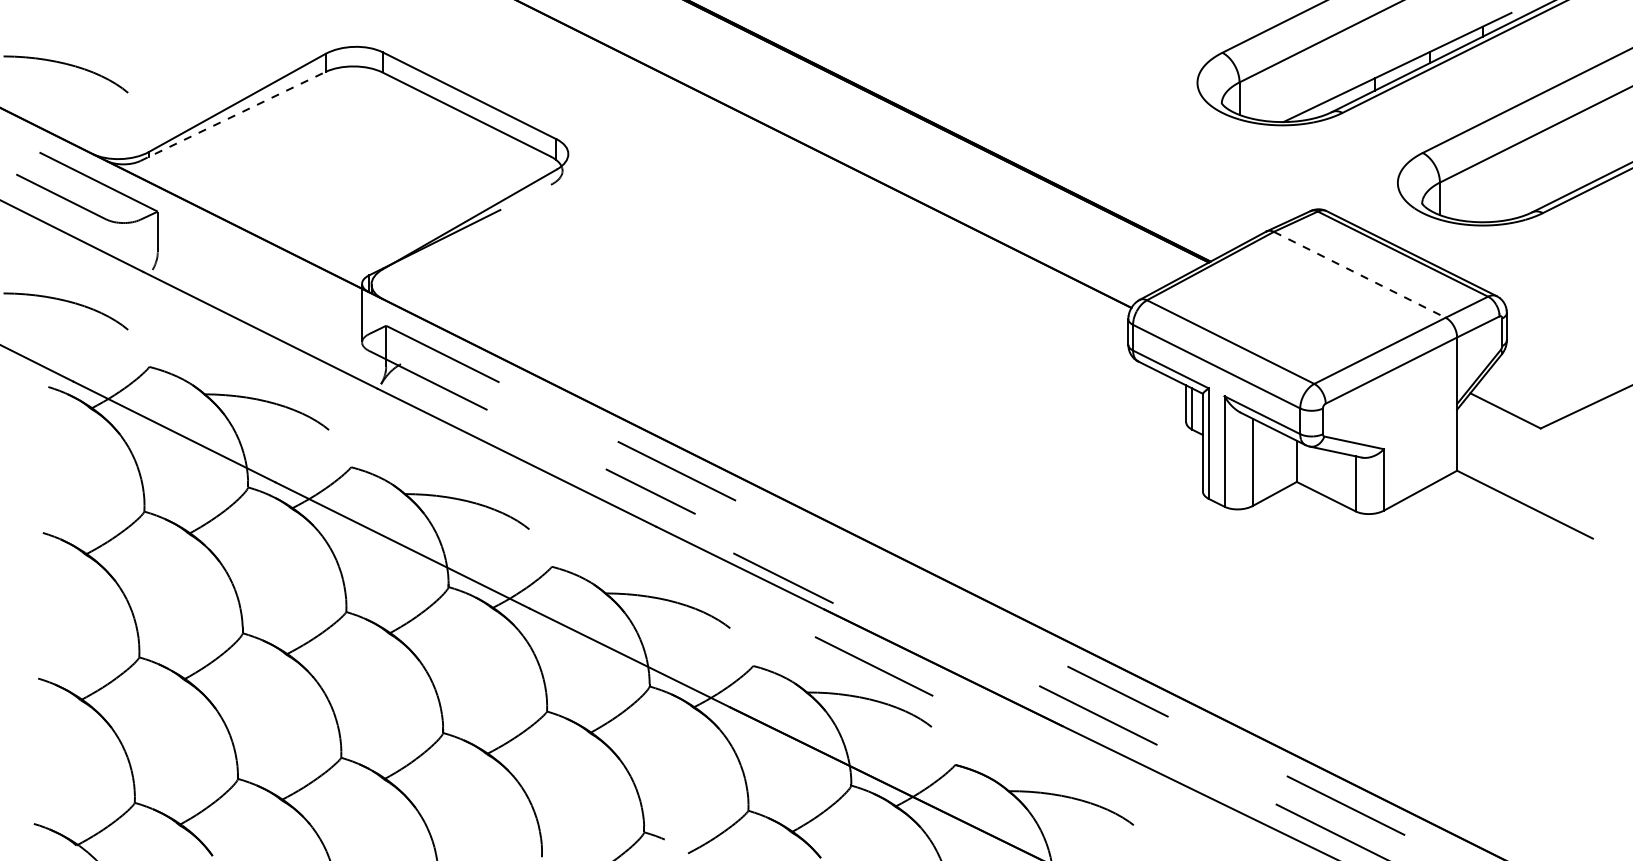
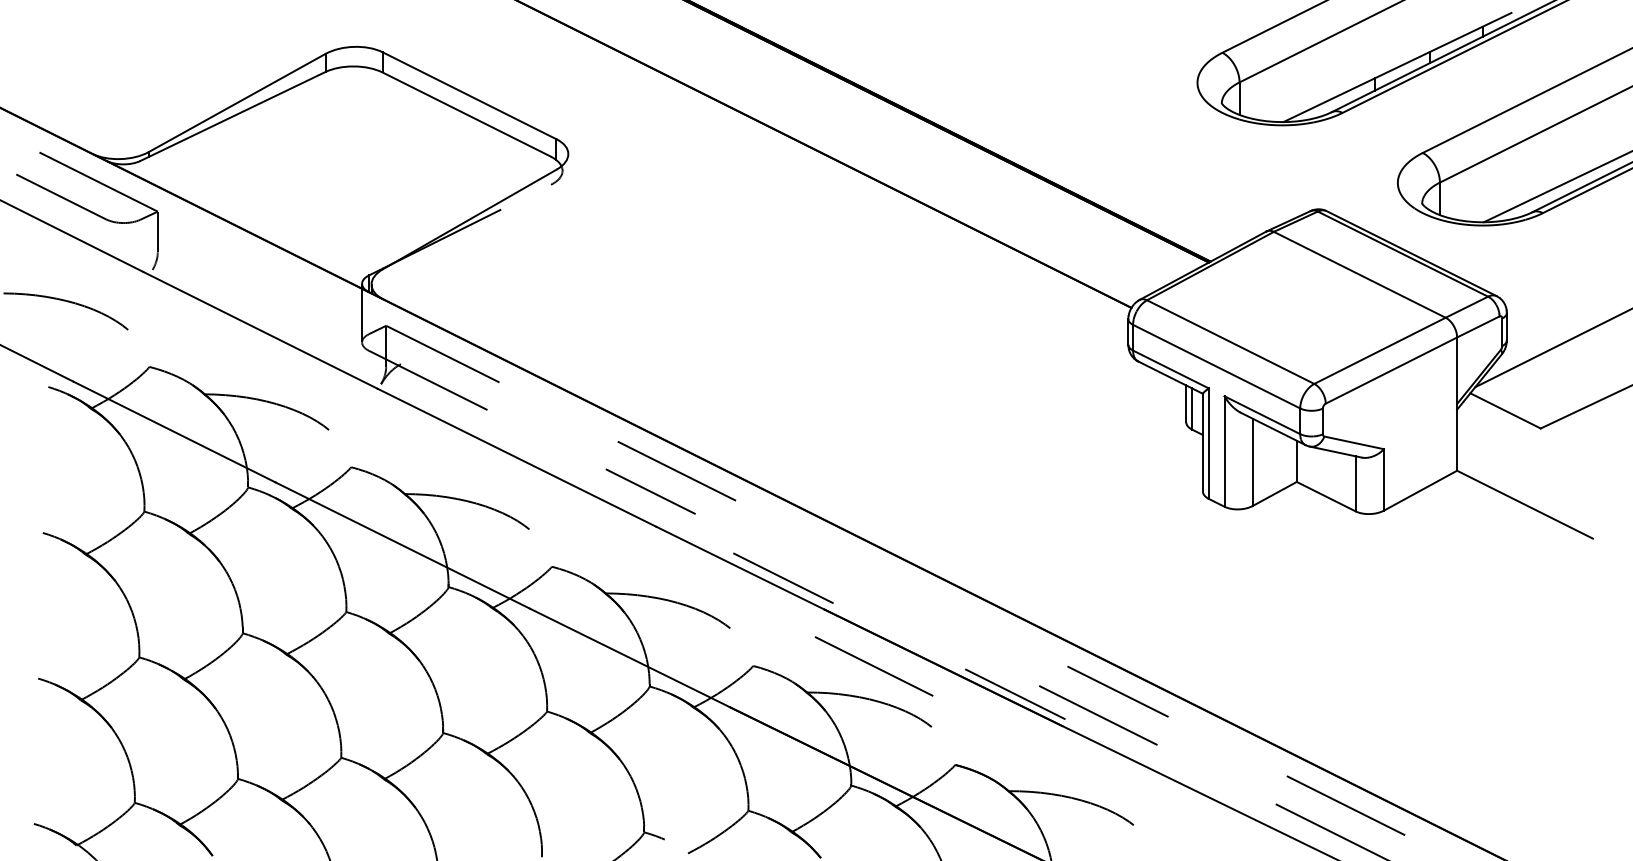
curve at (67, 65): present -> none
line at (232, 116): dashed -> solid
line at (1556, 187): none -> present
line at (1360, 275): dashed -> solid
line at (1552, 348): none -> present
line at (1015, 694): none -> present
